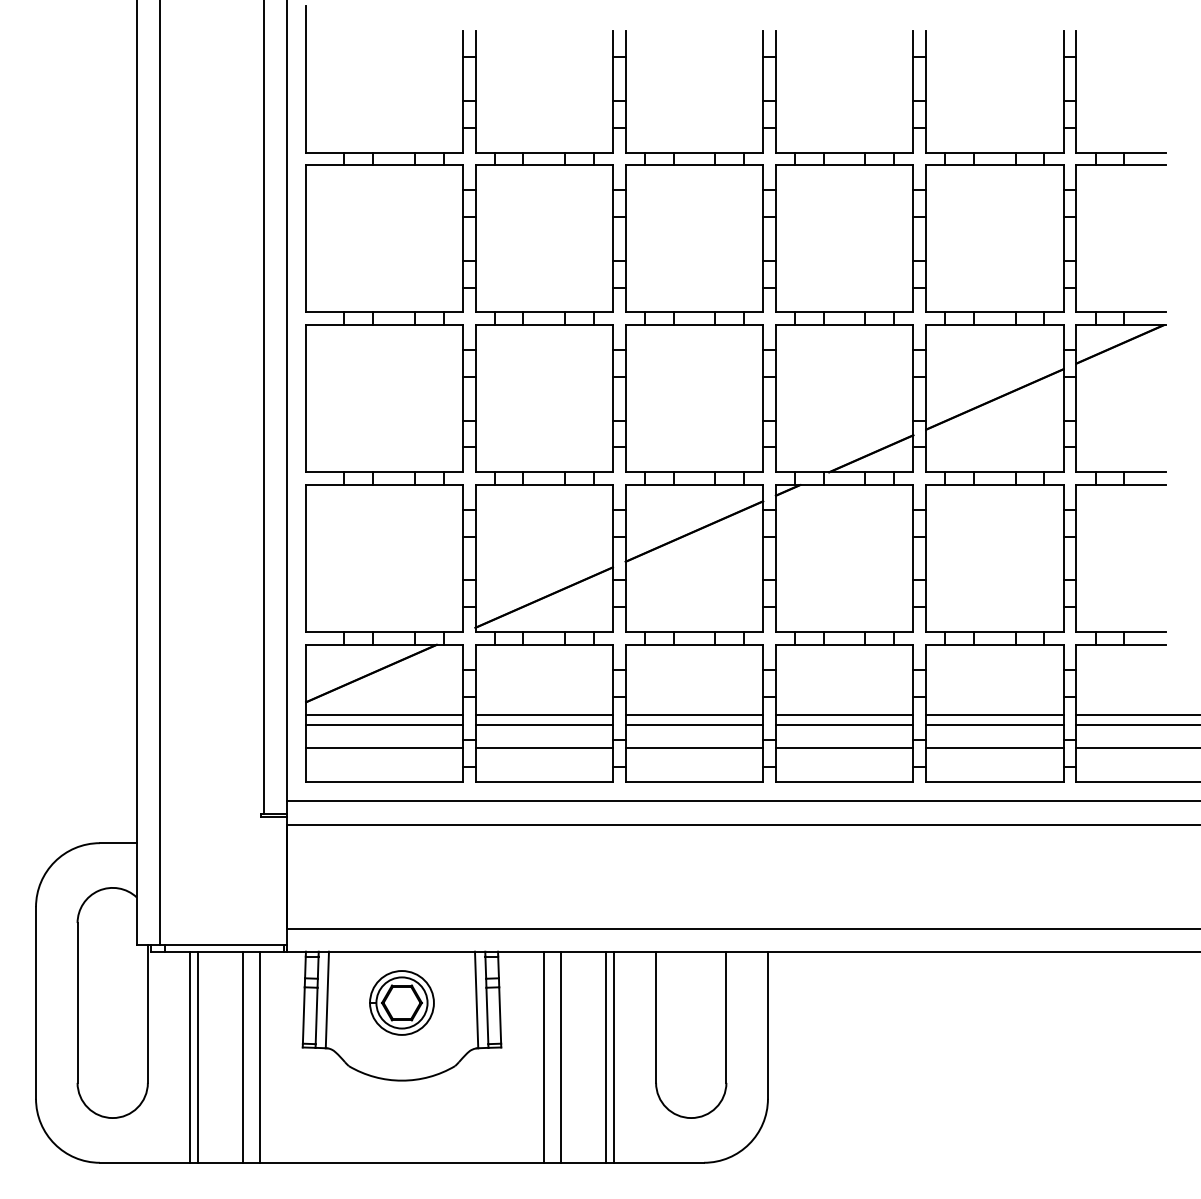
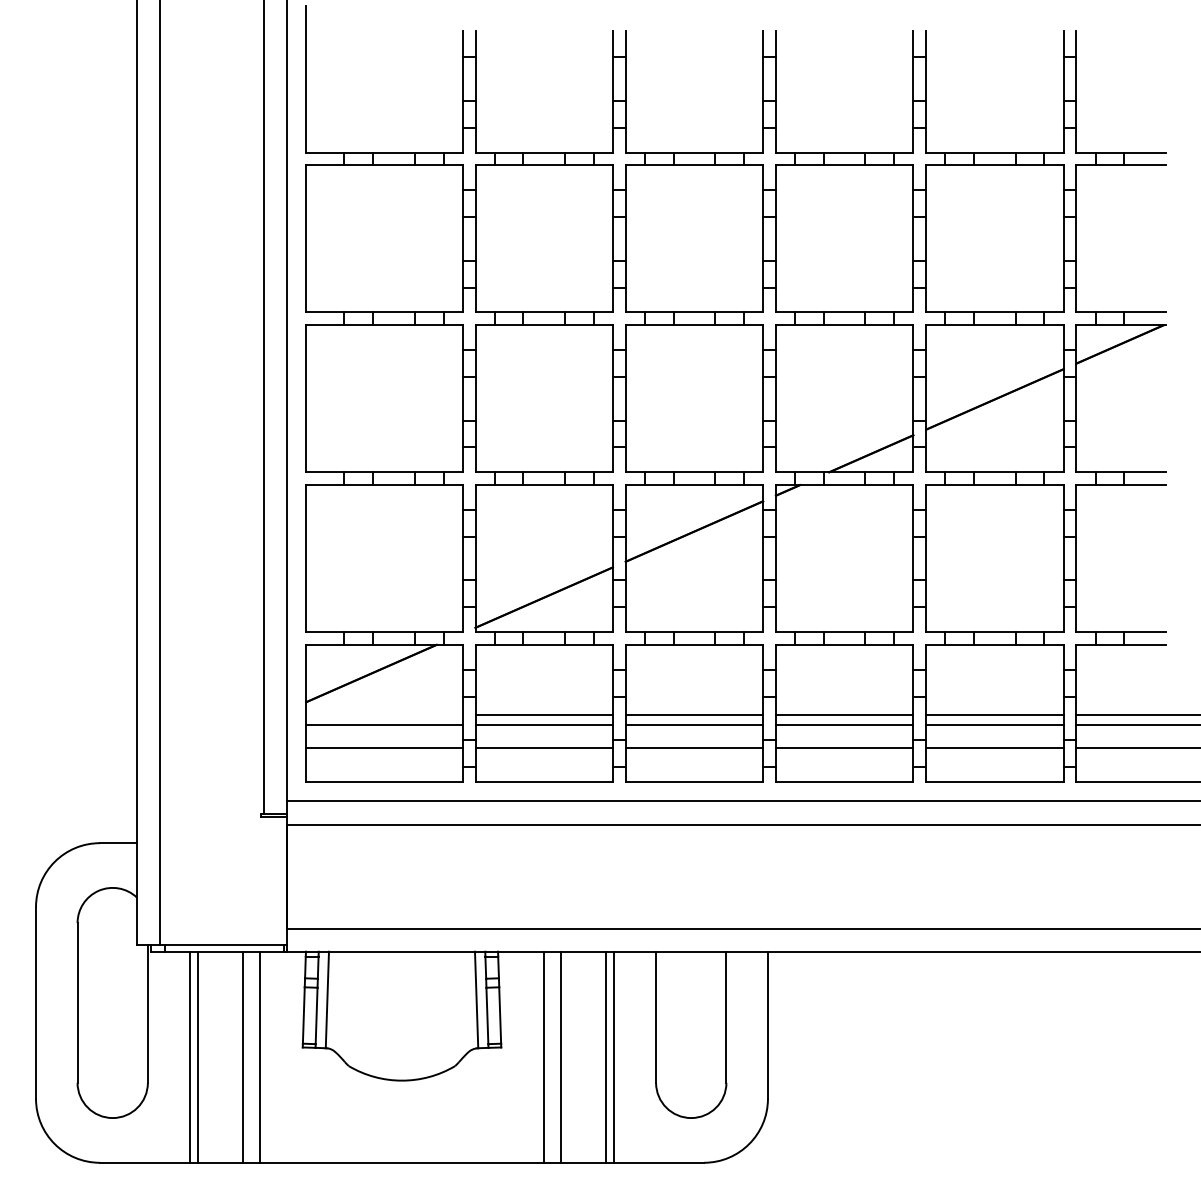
line at (384, 714): present -> none
part at (401, 1002): present -> none
